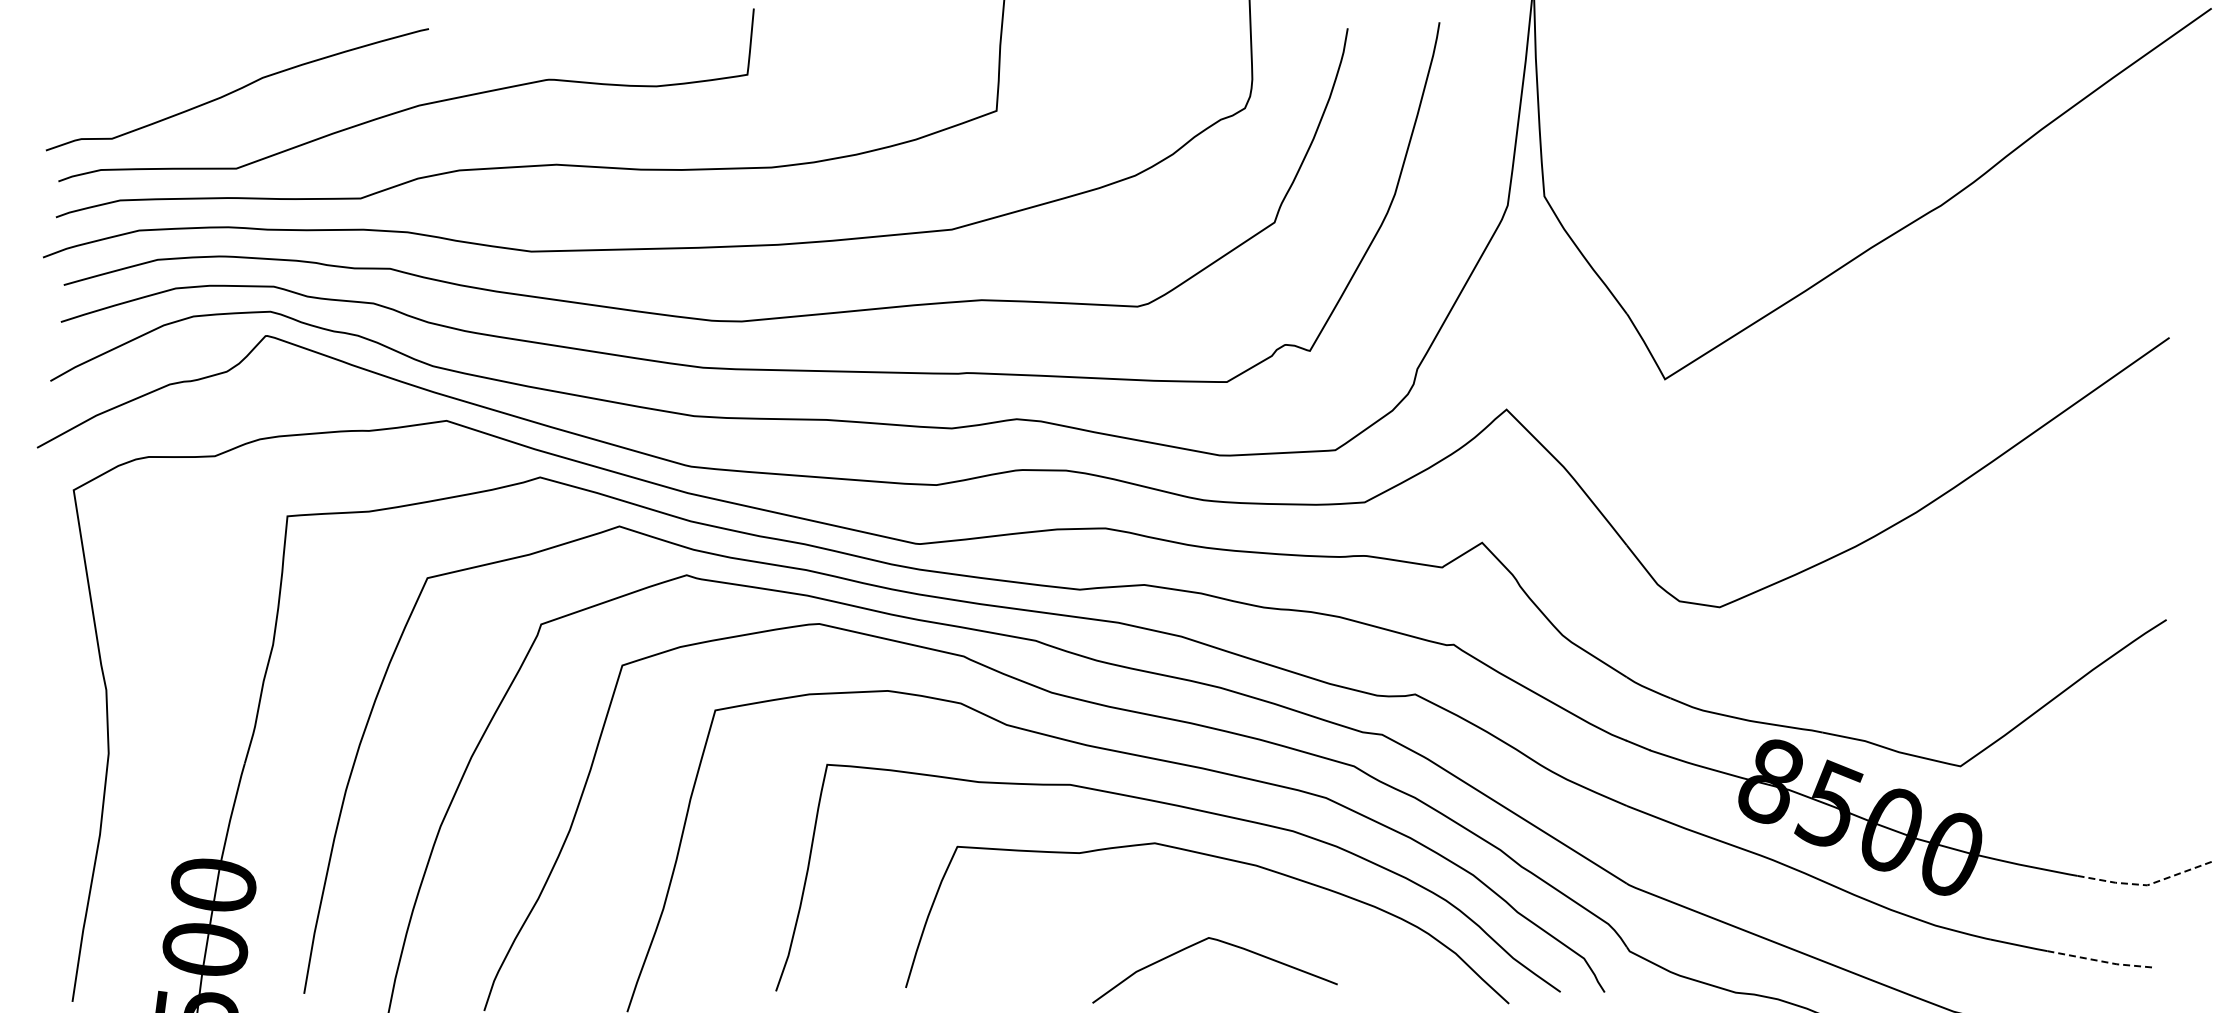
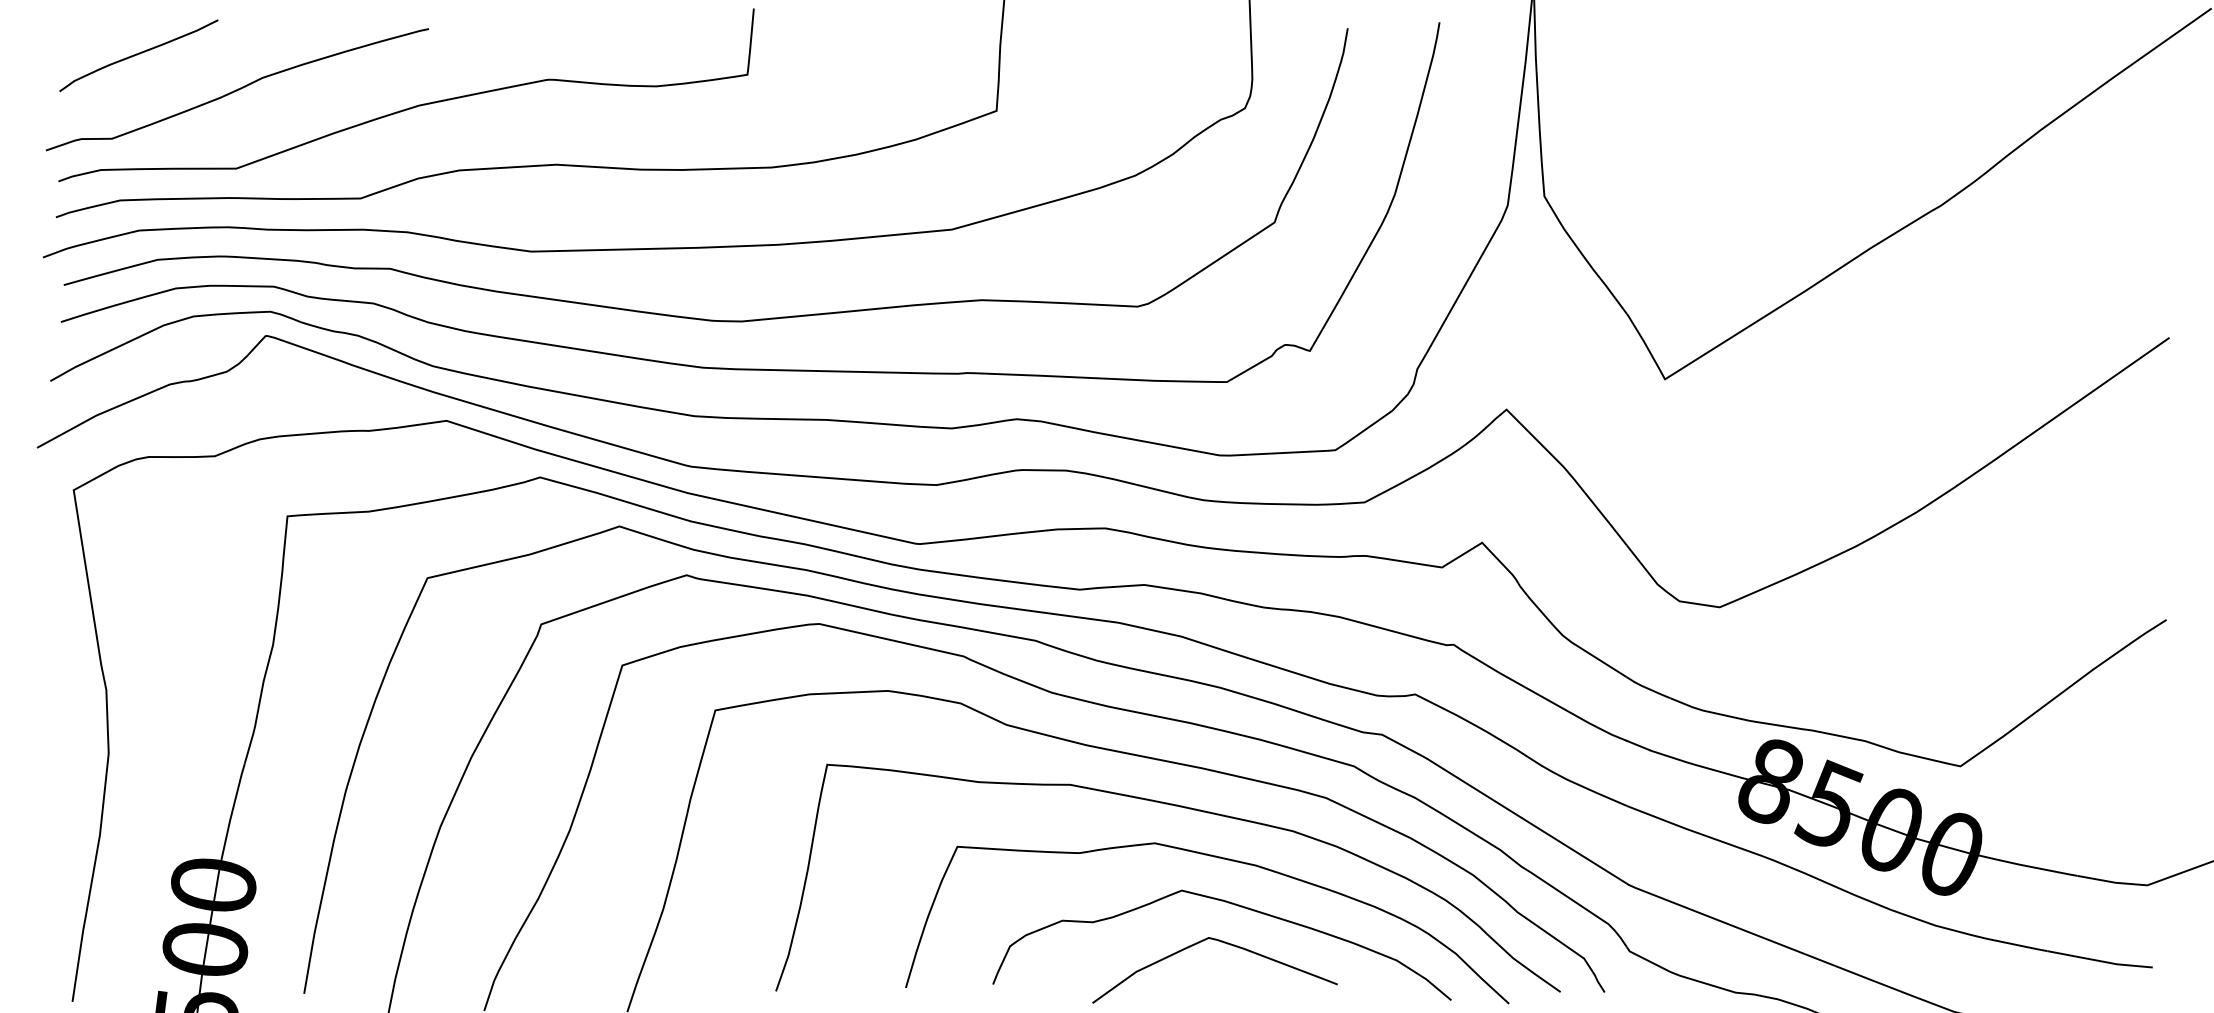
curve at (138, 54): none -> present
line at (2147, 885): dashed -> solid
curve at (1234, 905): none -> present
line at (2100, 961): dashed -> solid
